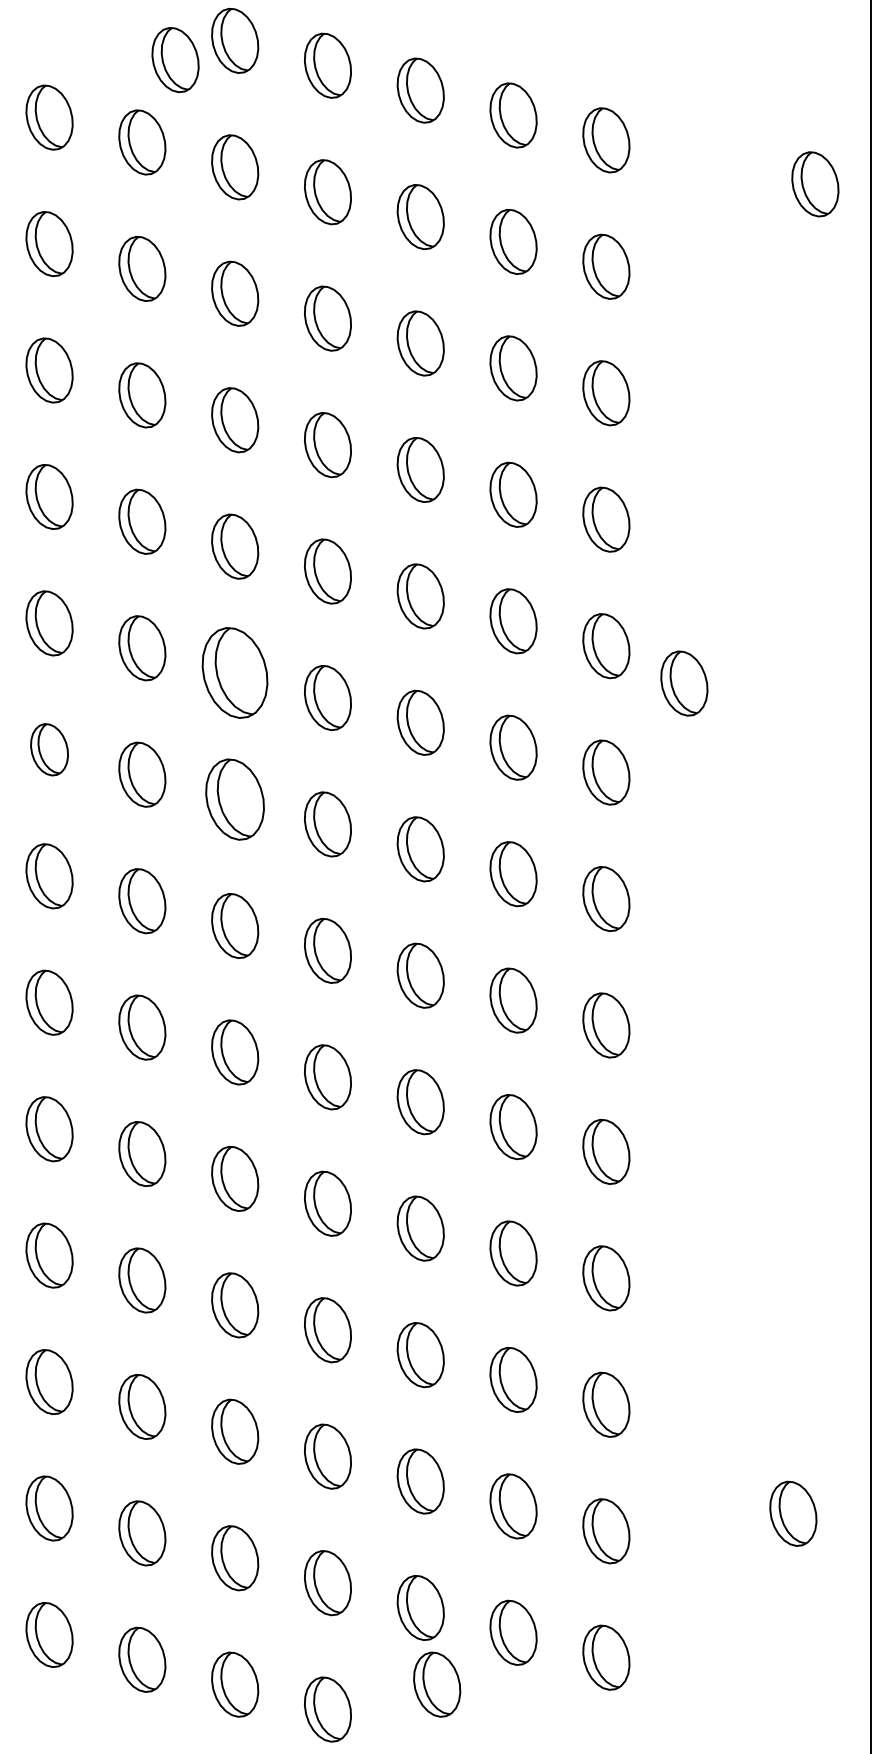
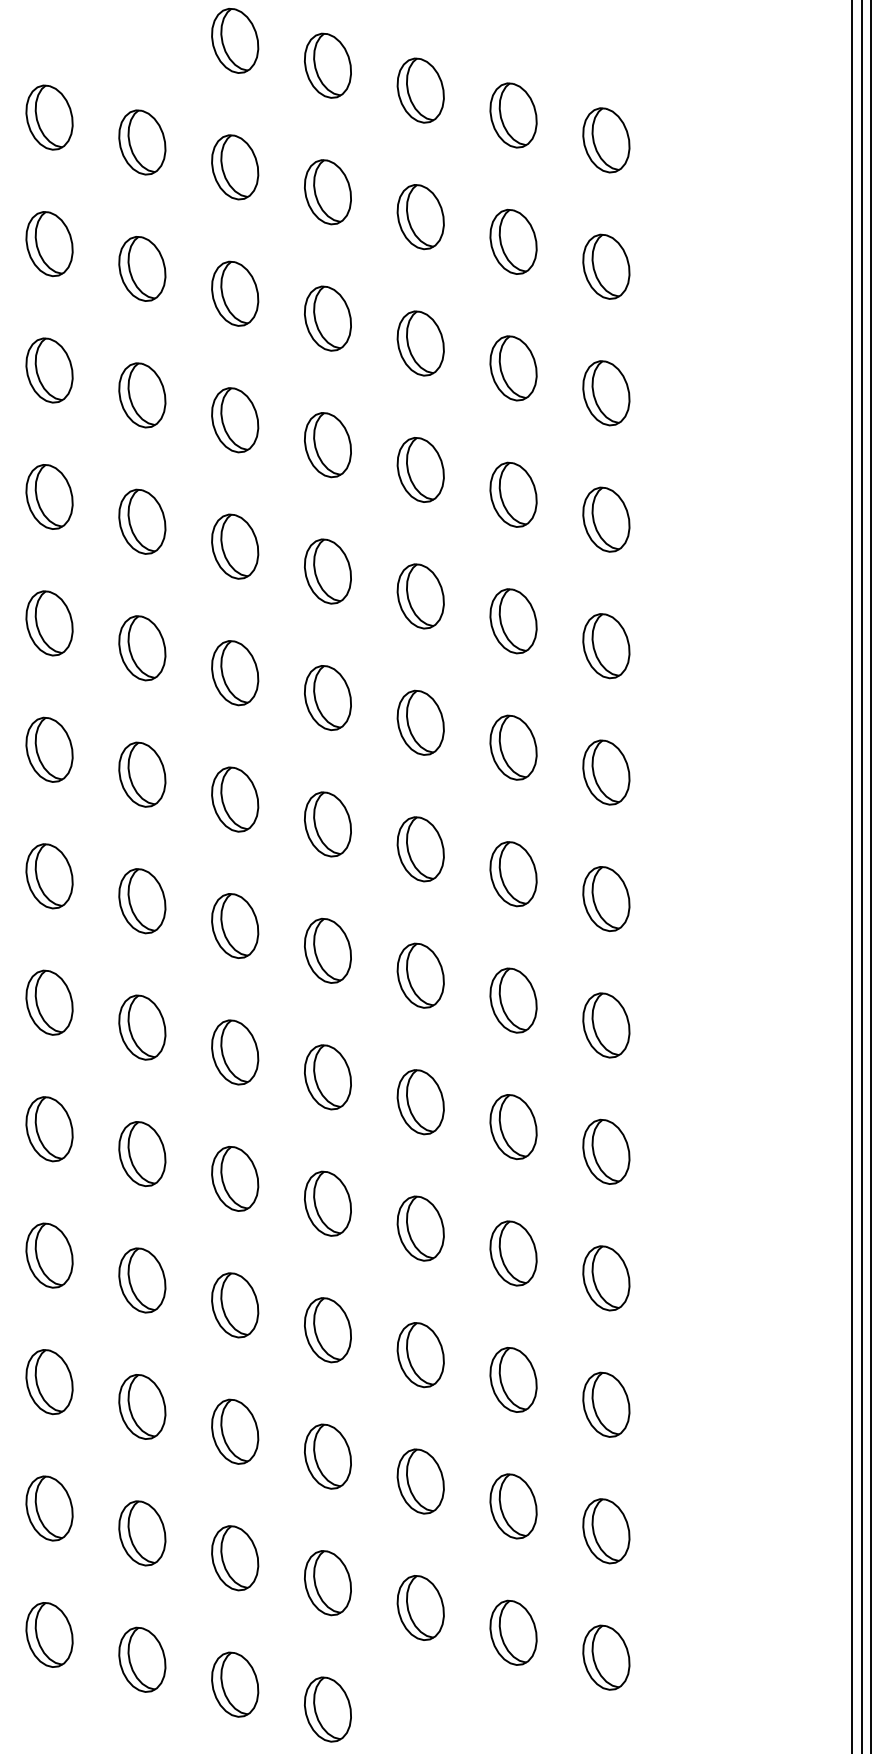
part at (175, 60): present -> none
part at (815, 184): present -> none
part at (234, 672) size: 68x92 px -> 49x67 px
part at (684, 683): present -> none
part at (49, 749) size: 39x54 px -> 49x67 px
part at (234, 799) size: 60x83 px -> 49x67 px
line at (852, 876): none -> present
line at (861, 876): none -> present
part at (793, 1513): present -> none
part at (437, 1684): present -> none
